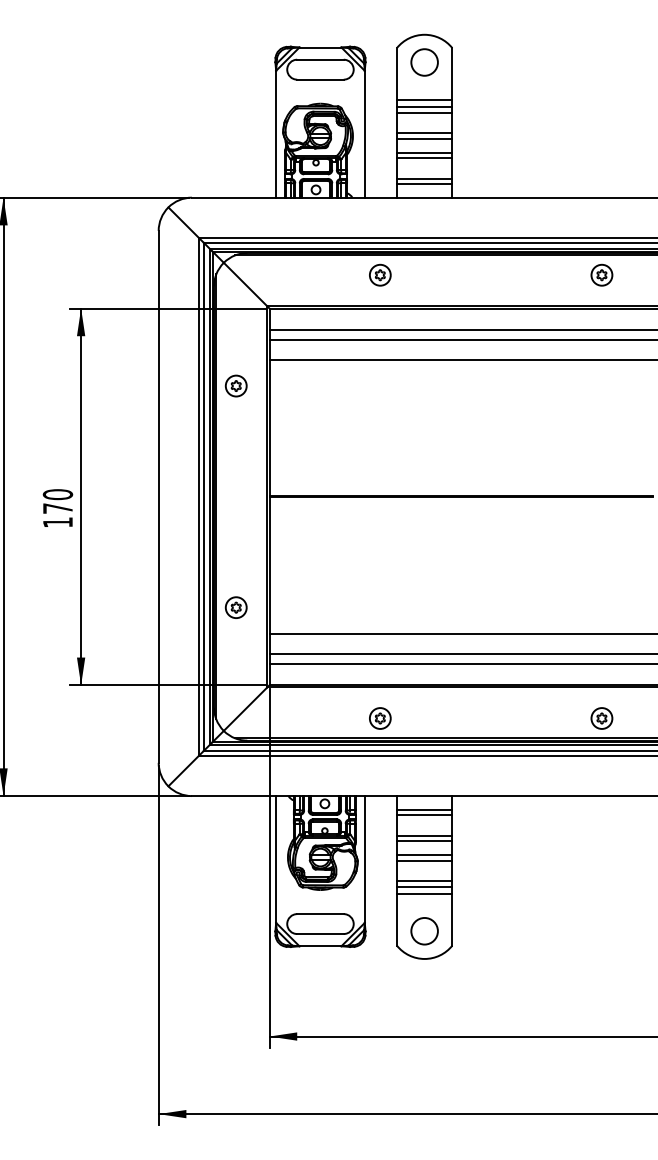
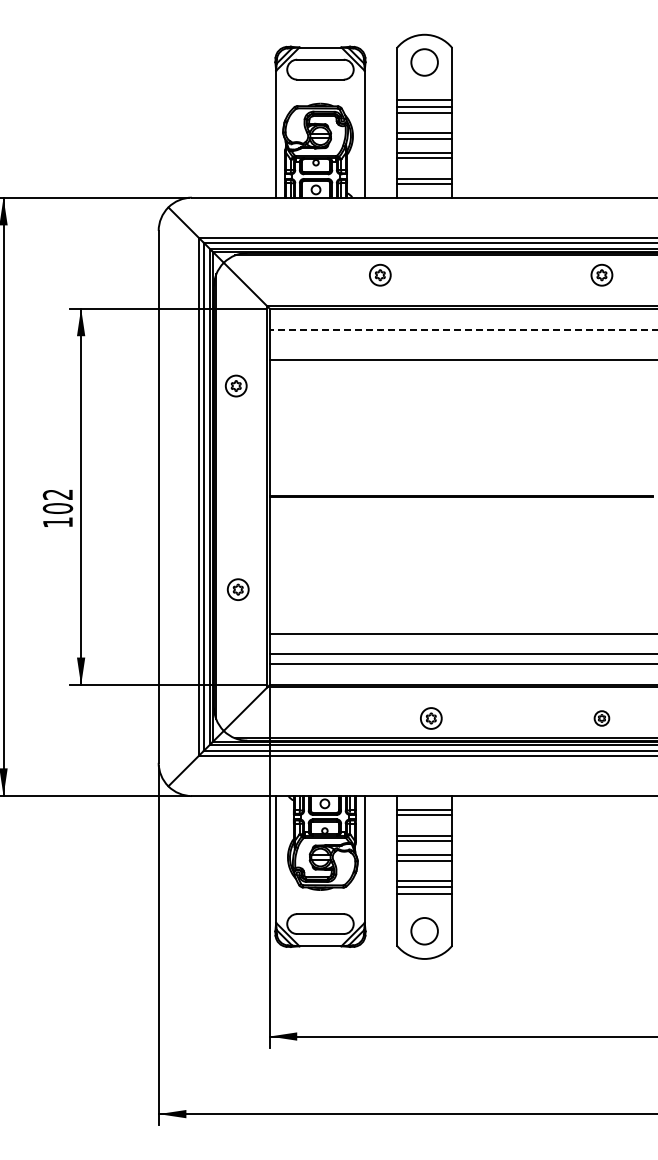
line at (463, 329): solid -> dashed
line at (461, 339): present -> none
text at (57, 501): 170 -> 102
part at (235, 607) position: (235, 607) -> (237, 589)
part at (380, 718) position: (380, 718) -> (431, 718)
part at (601, 718) size: 24x23 px -> 18x17 px
